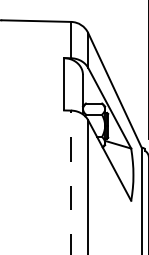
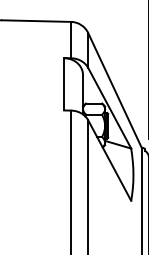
line at (71, 182): dashed -> solid
